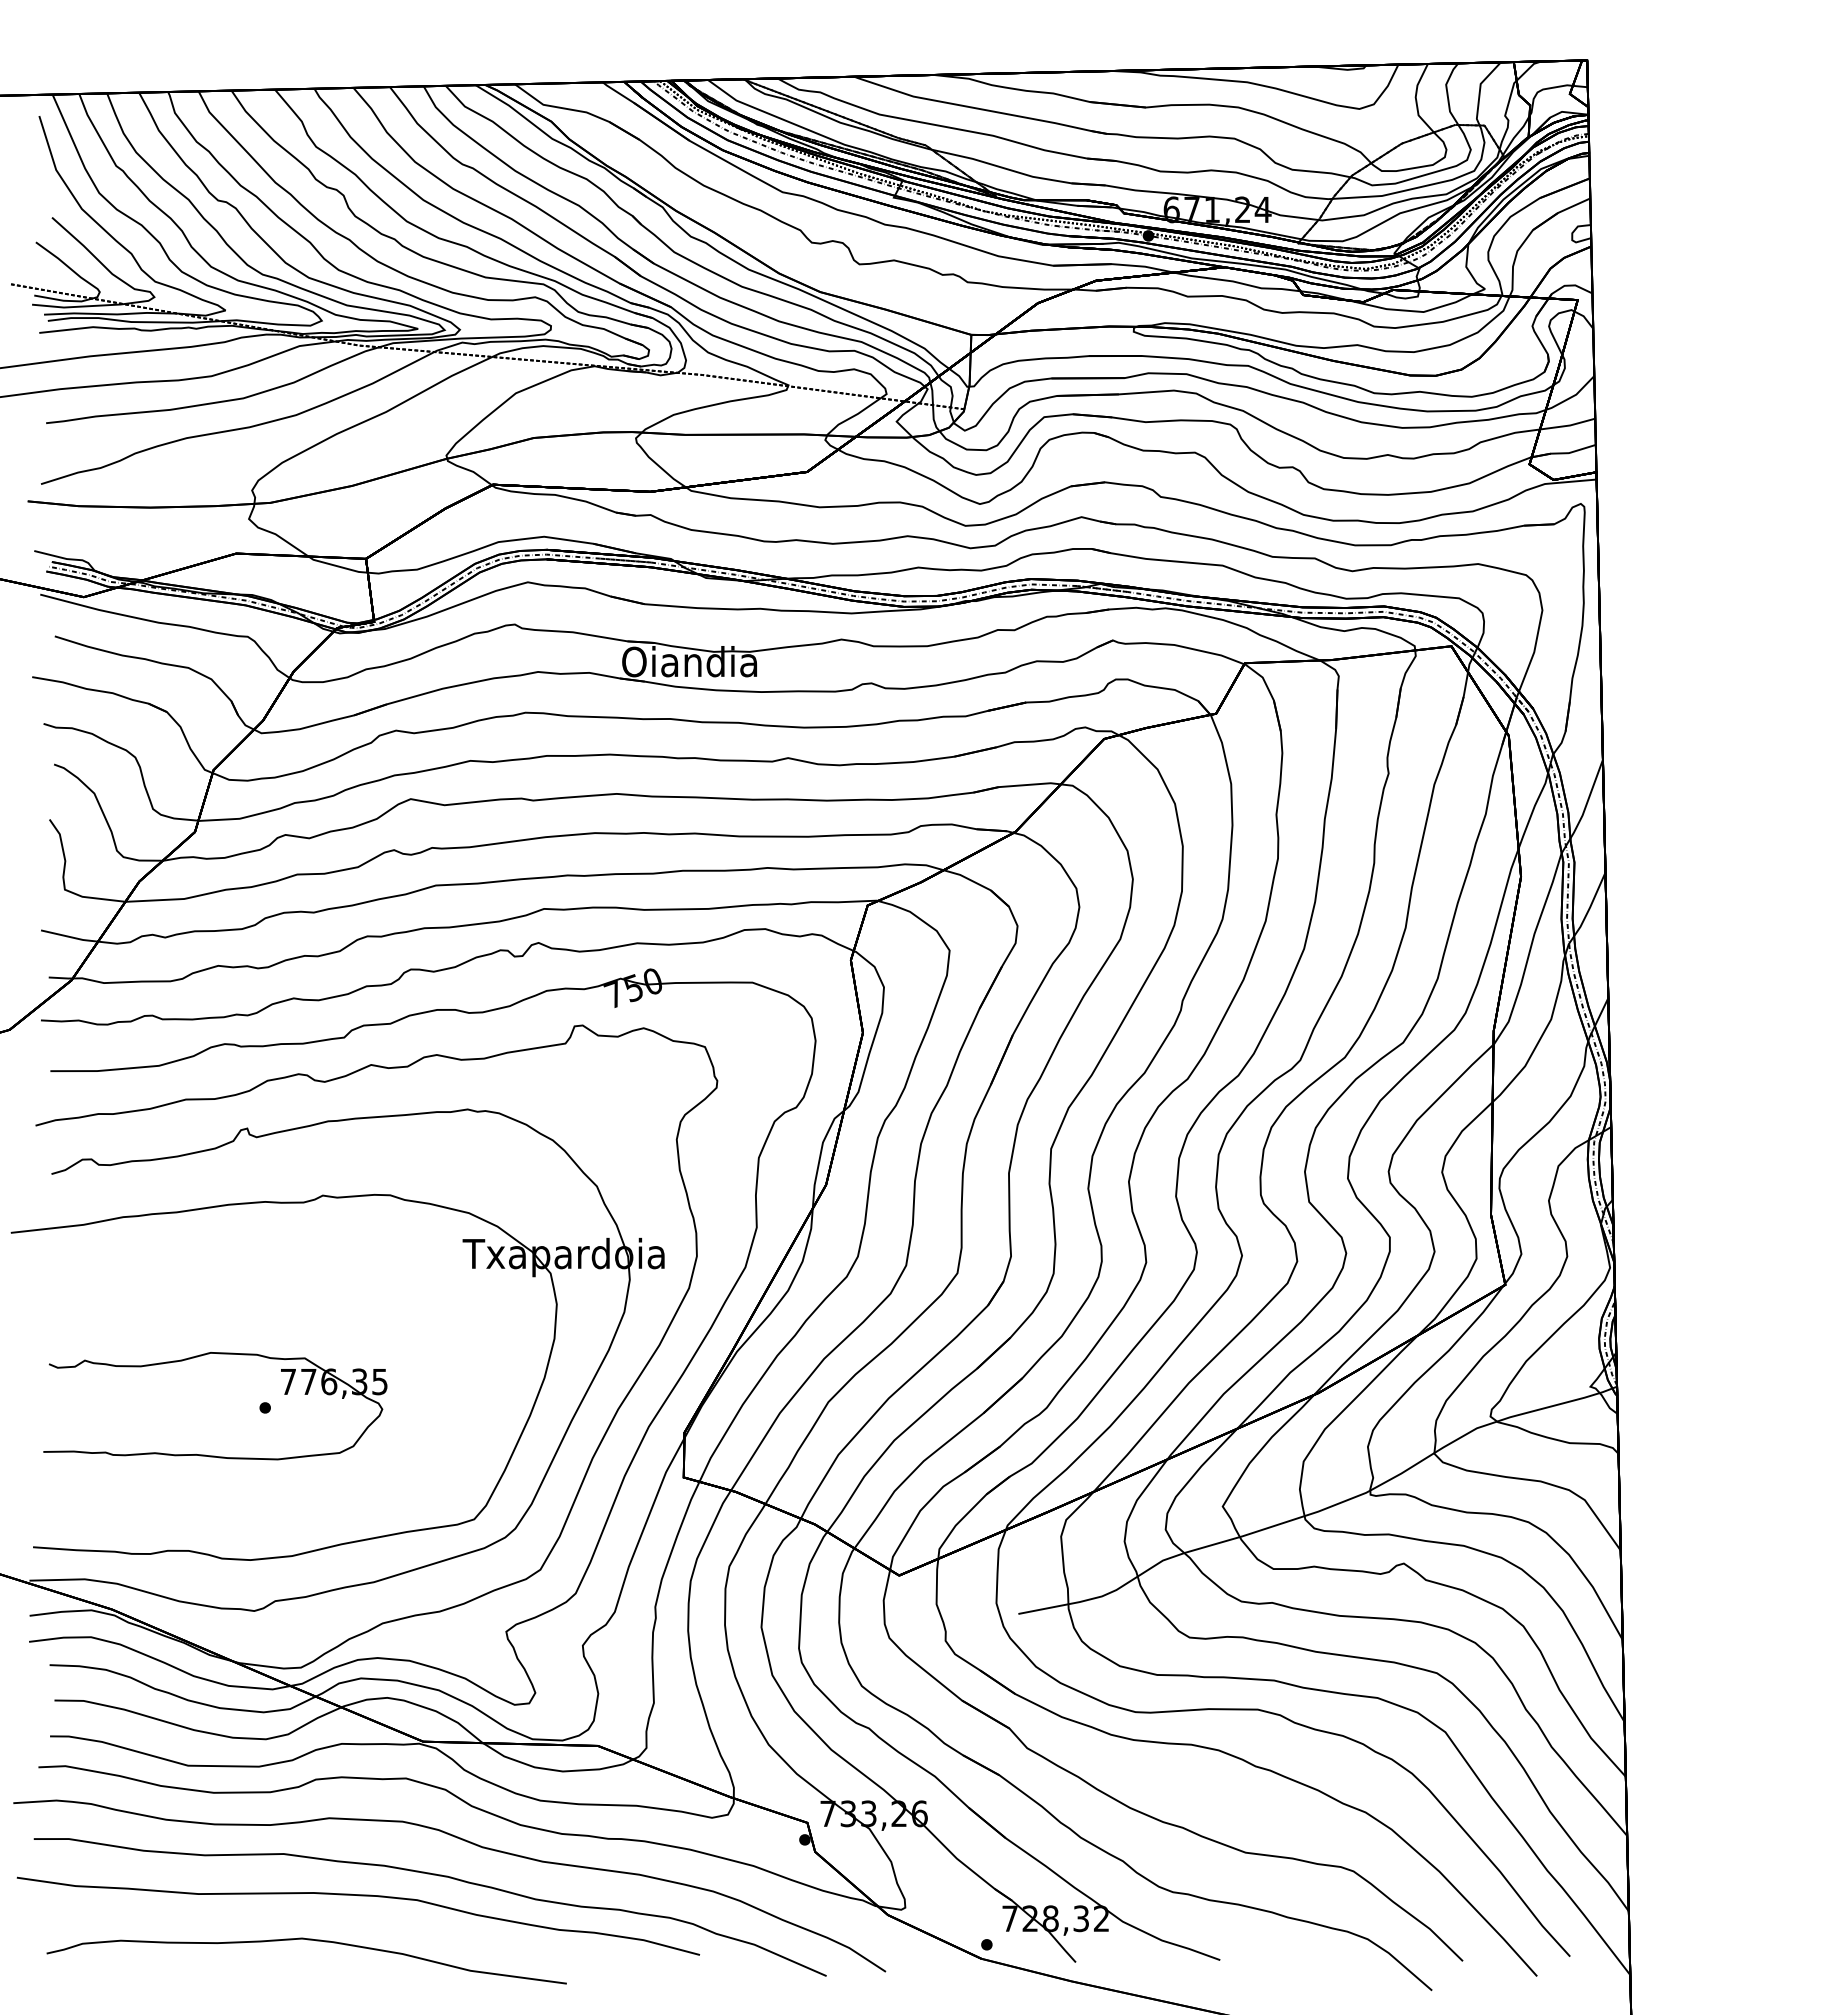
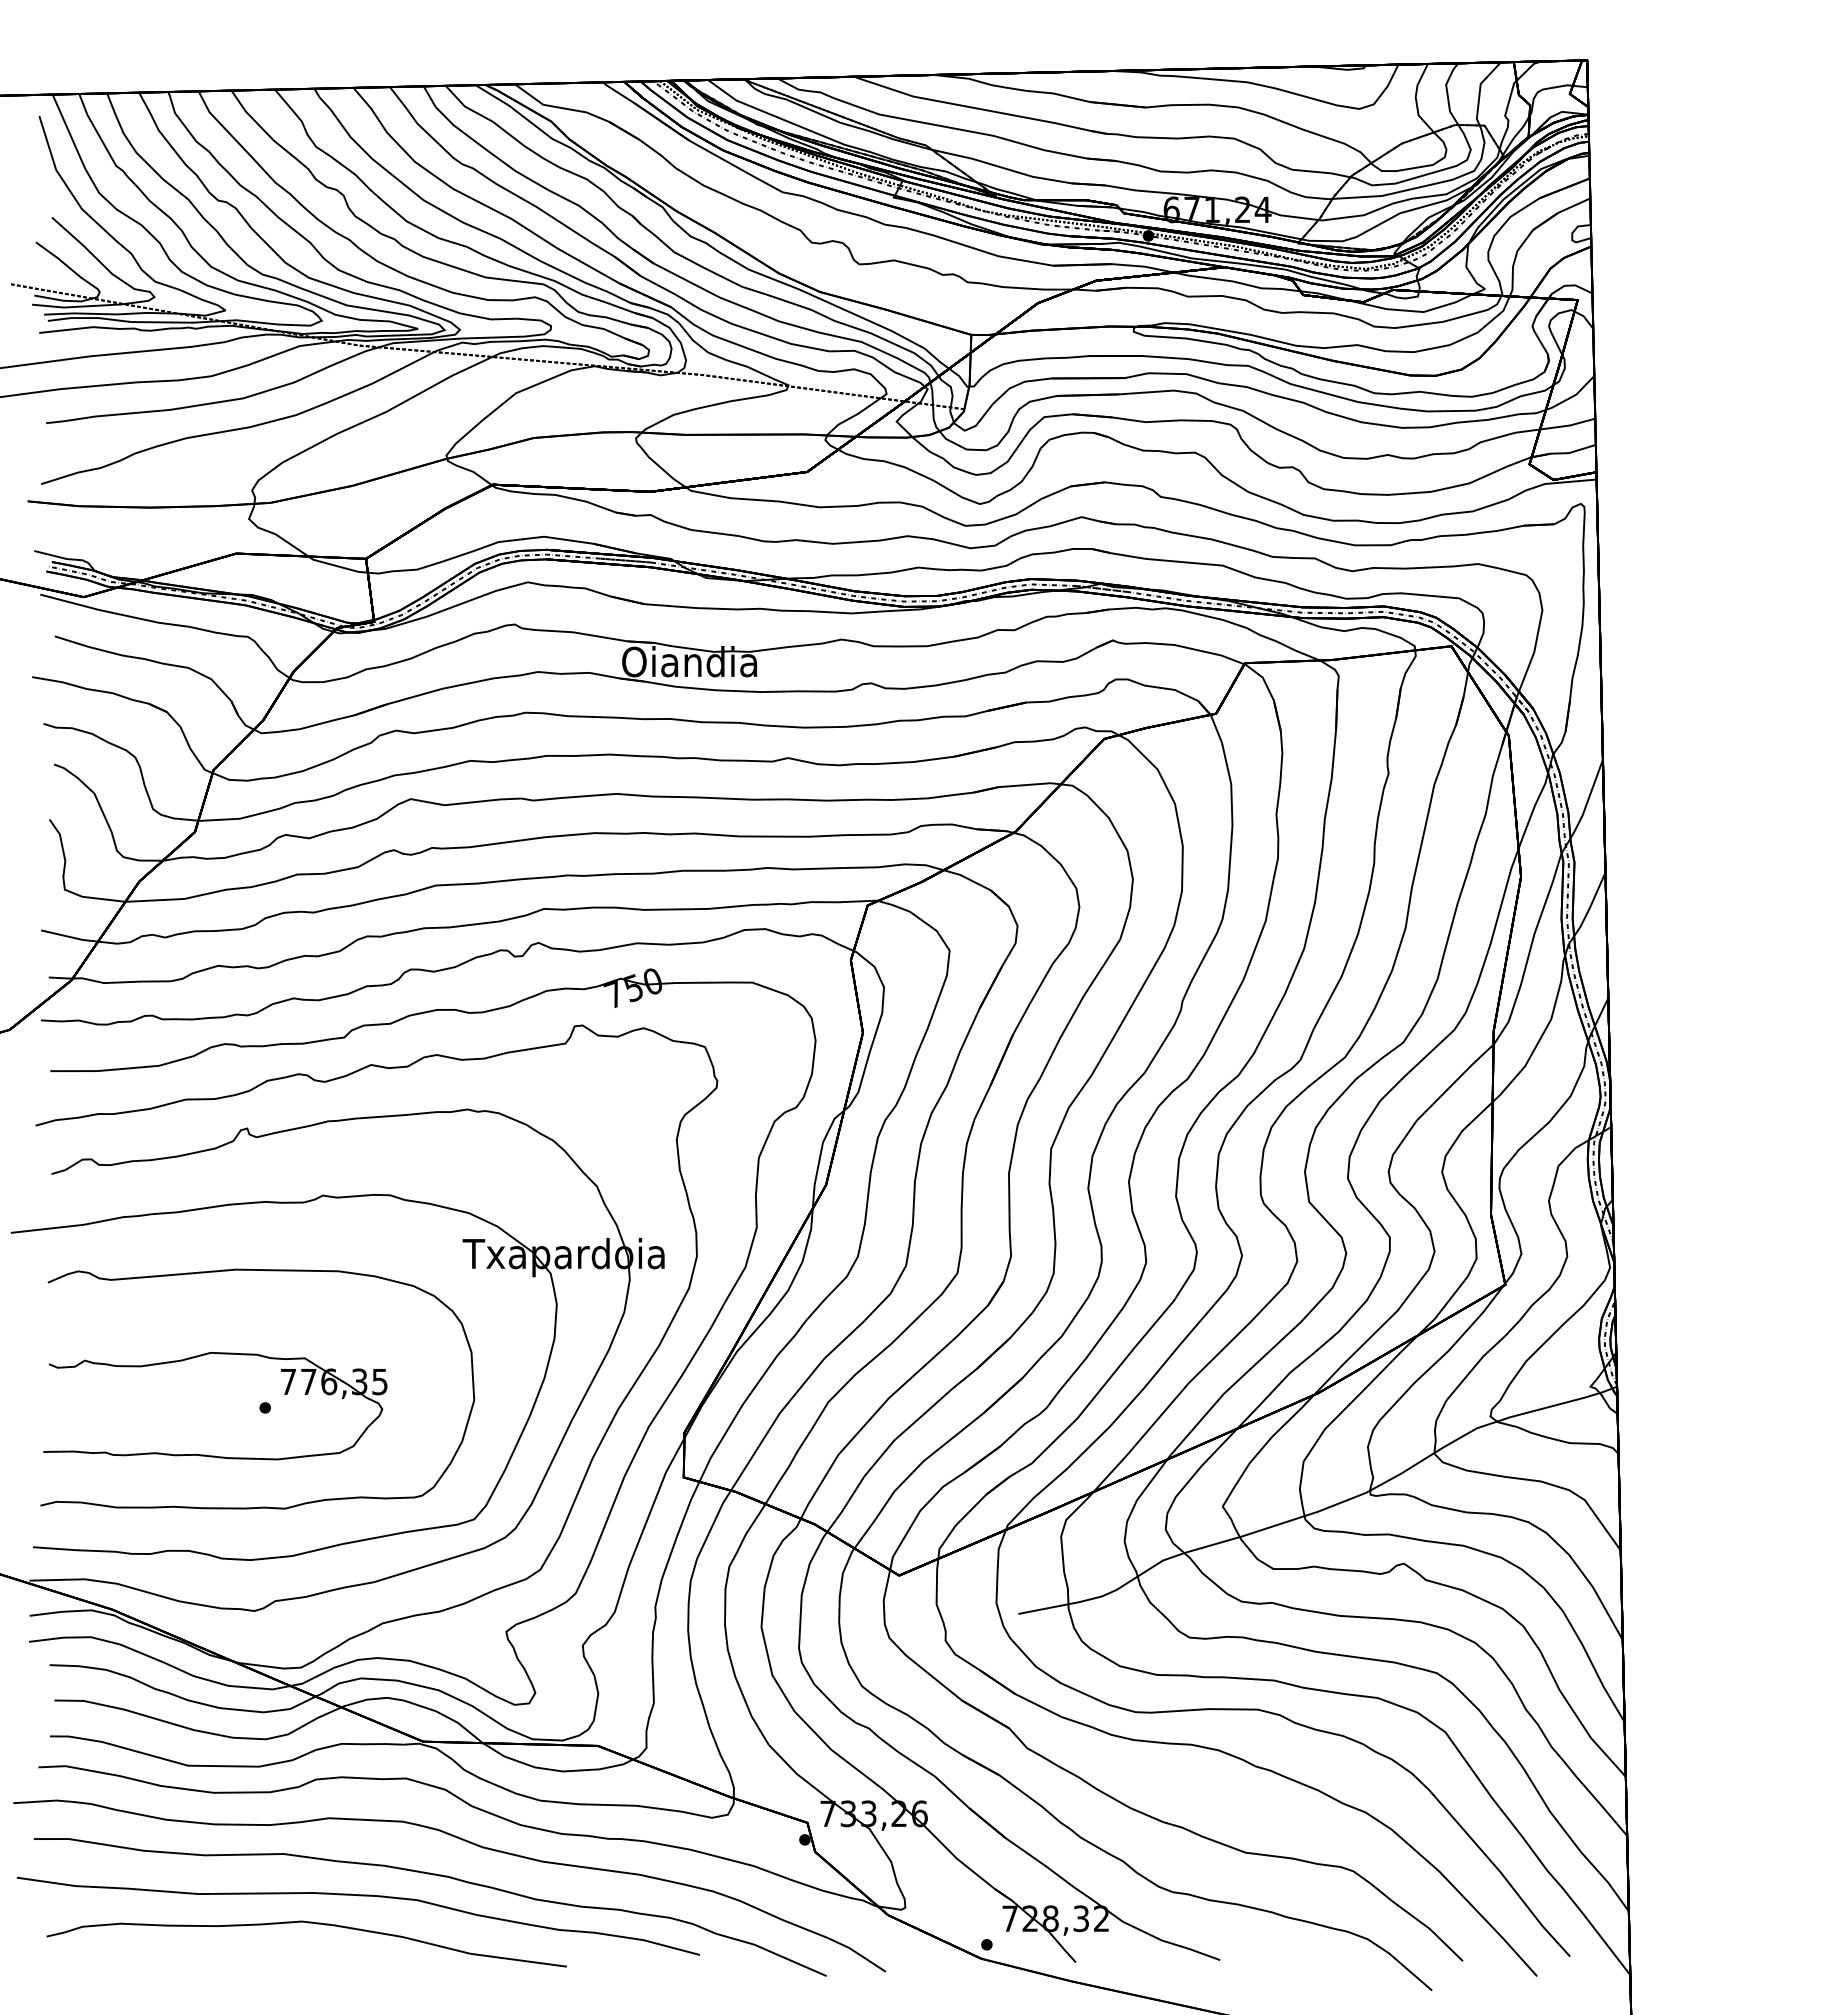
curve at (268, 1271): none -> present
curve at (307, 1940) position: (307, 1940) -> (307, 1923)
